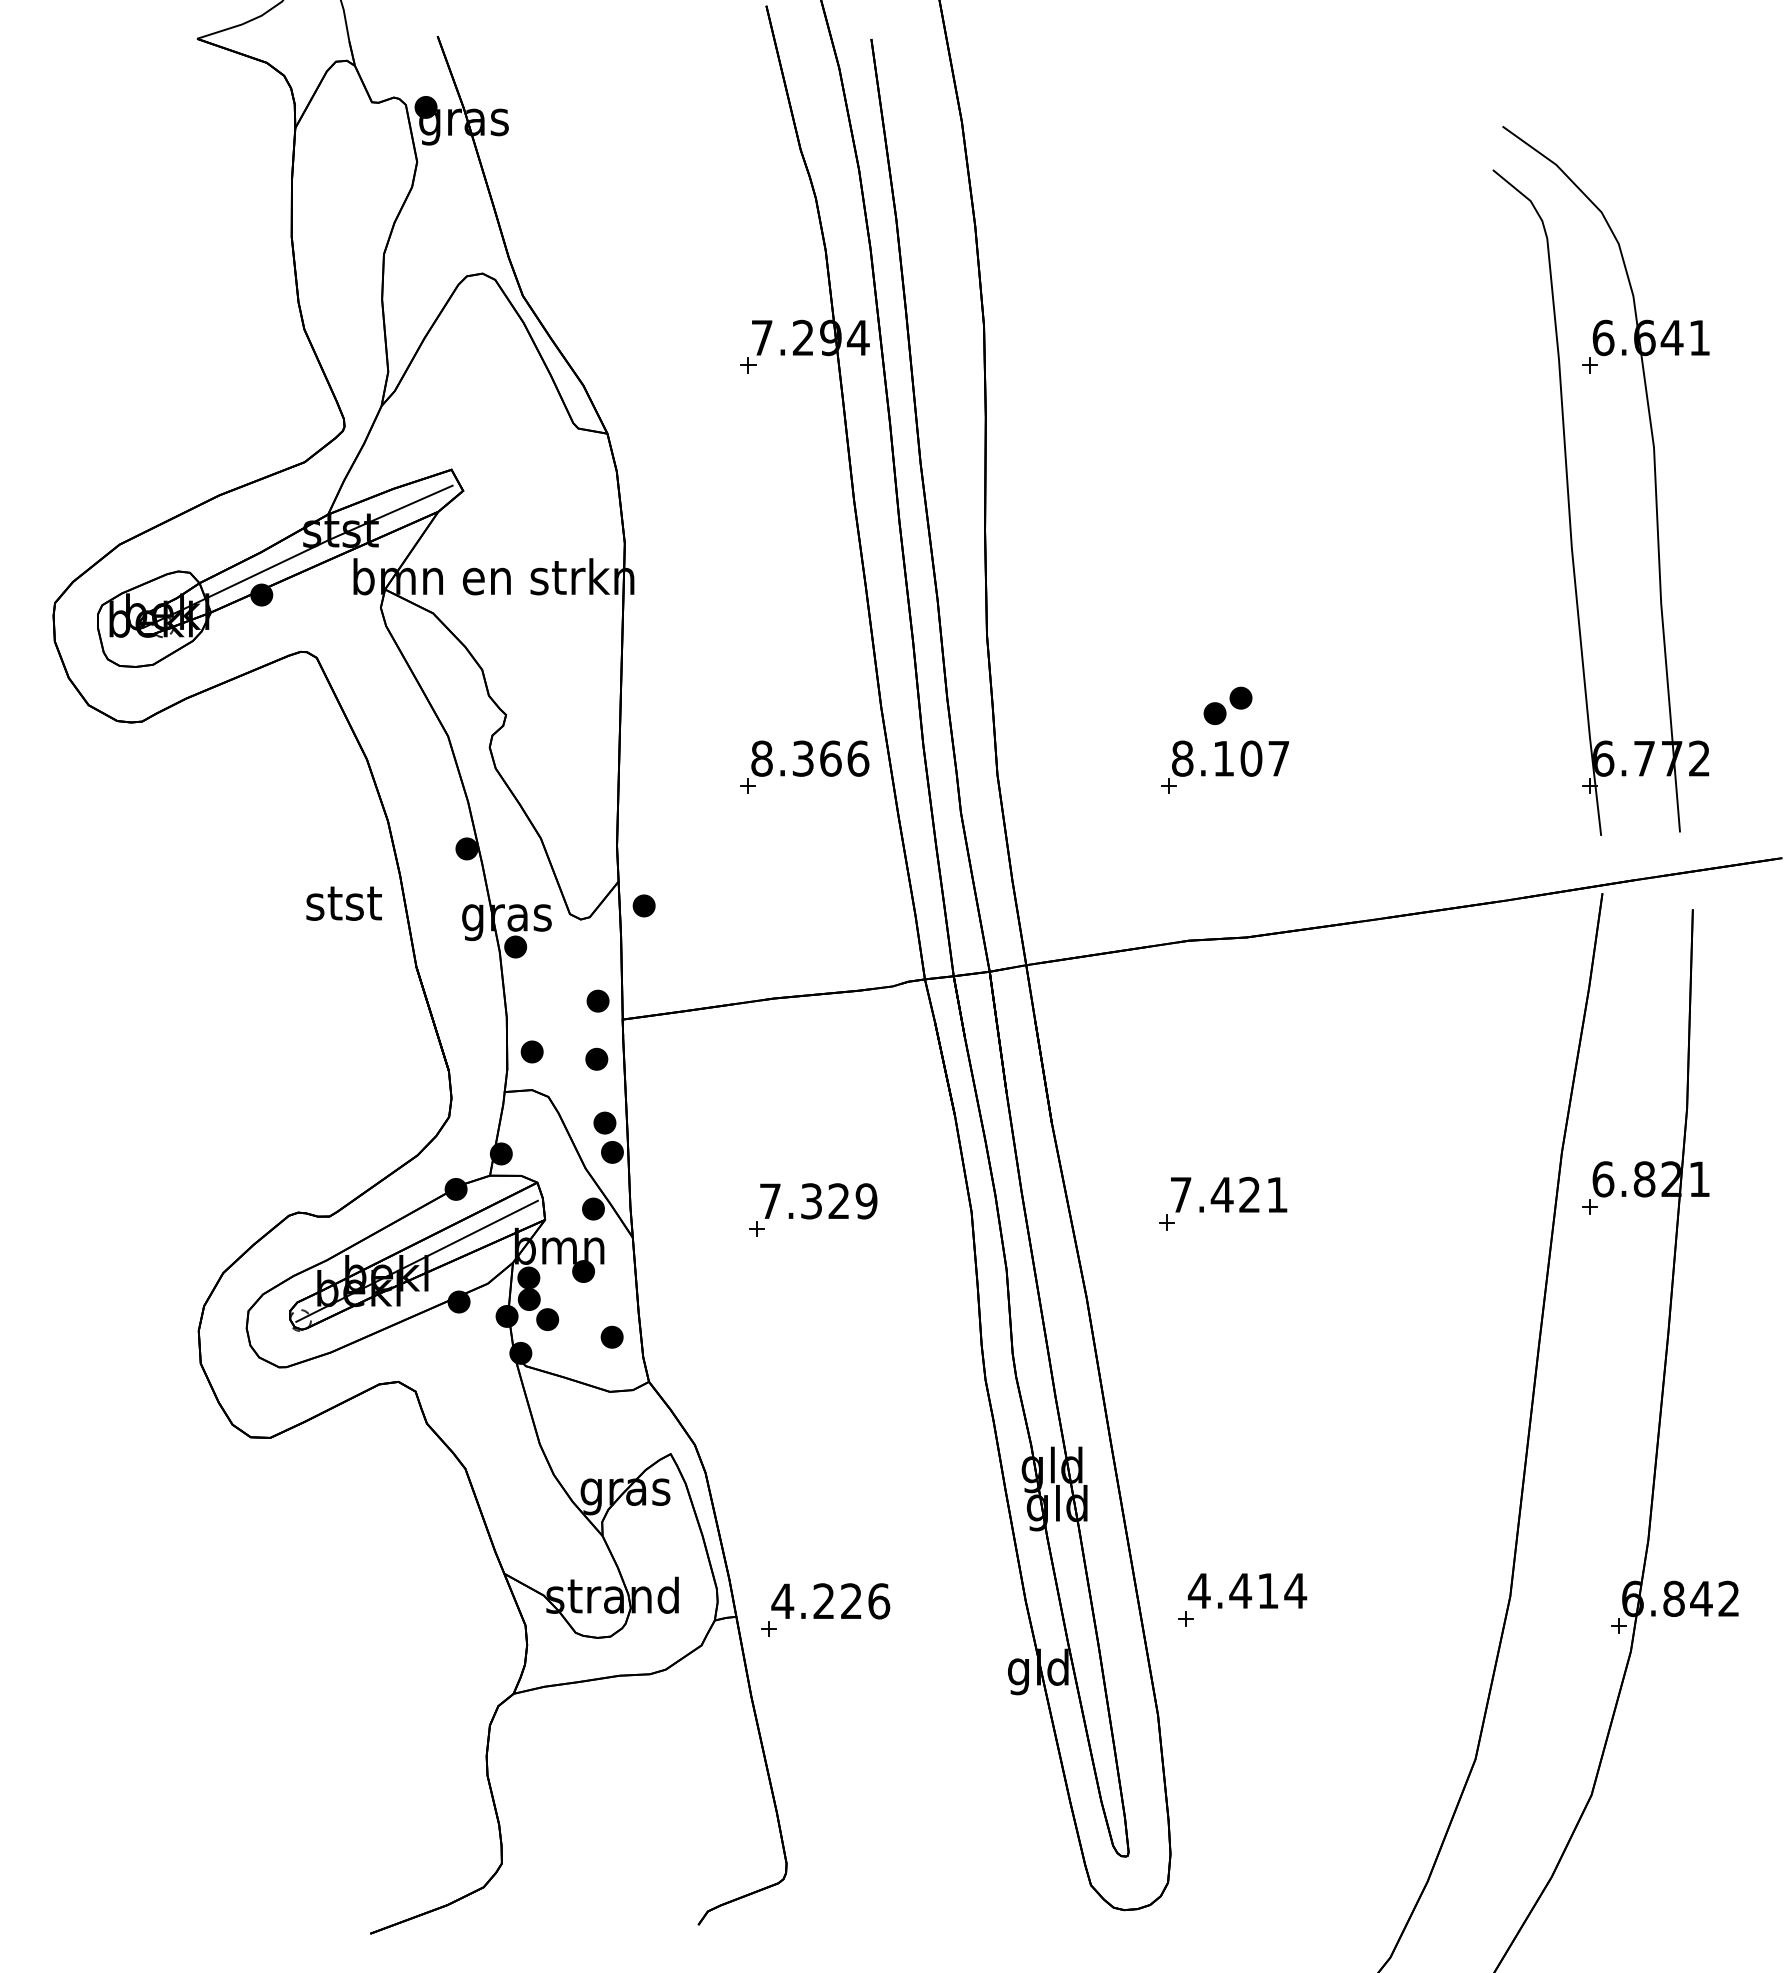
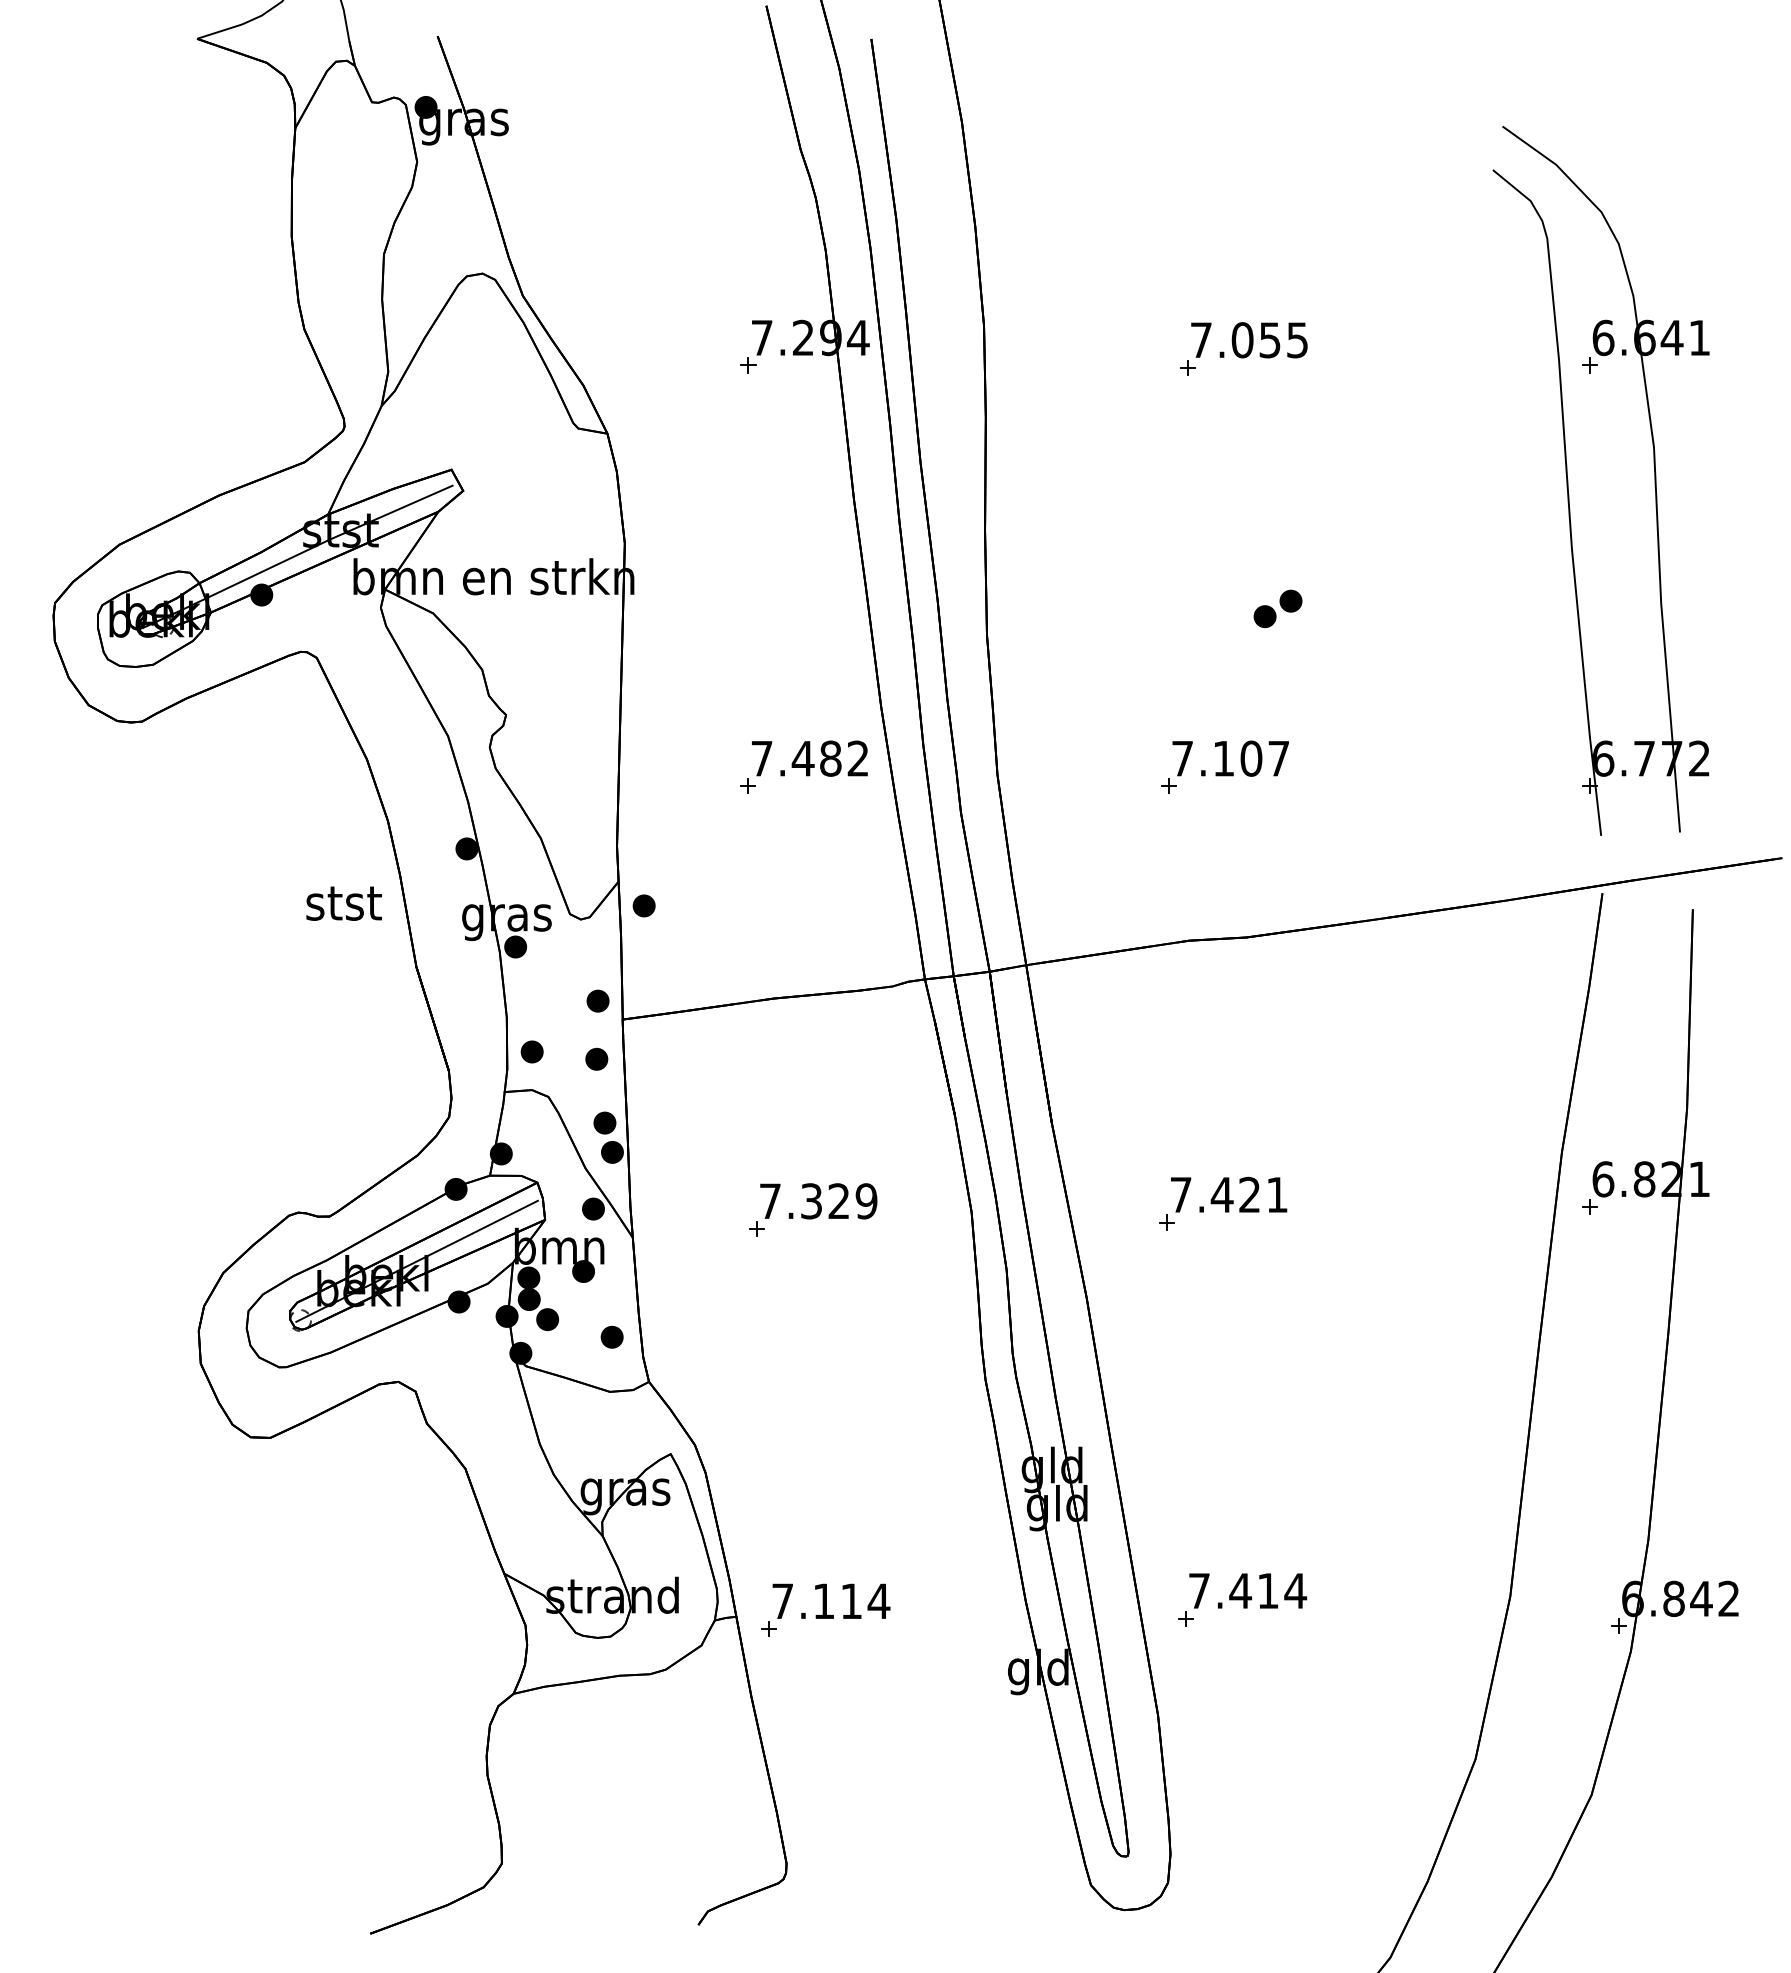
part at (1243, 348): none -> present
part at (1227, 705) position: (1227, 705) -> (1277, 608)
text at (810, 758): 8.366 -> 7.482
text at (1182, 758): 8.107 -> 7.107
text at (1198, 1590): 4.414 -> 7.414
text at (830, 1601): 4.226 -> 7.114
